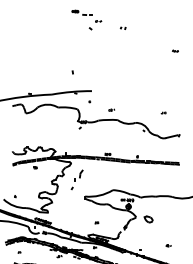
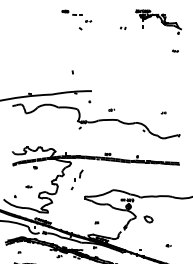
part at (86, 19) position: (86, 19) -> (76, 19)
part at (158, 21): none -> present
part at (28, 186): none -> present
